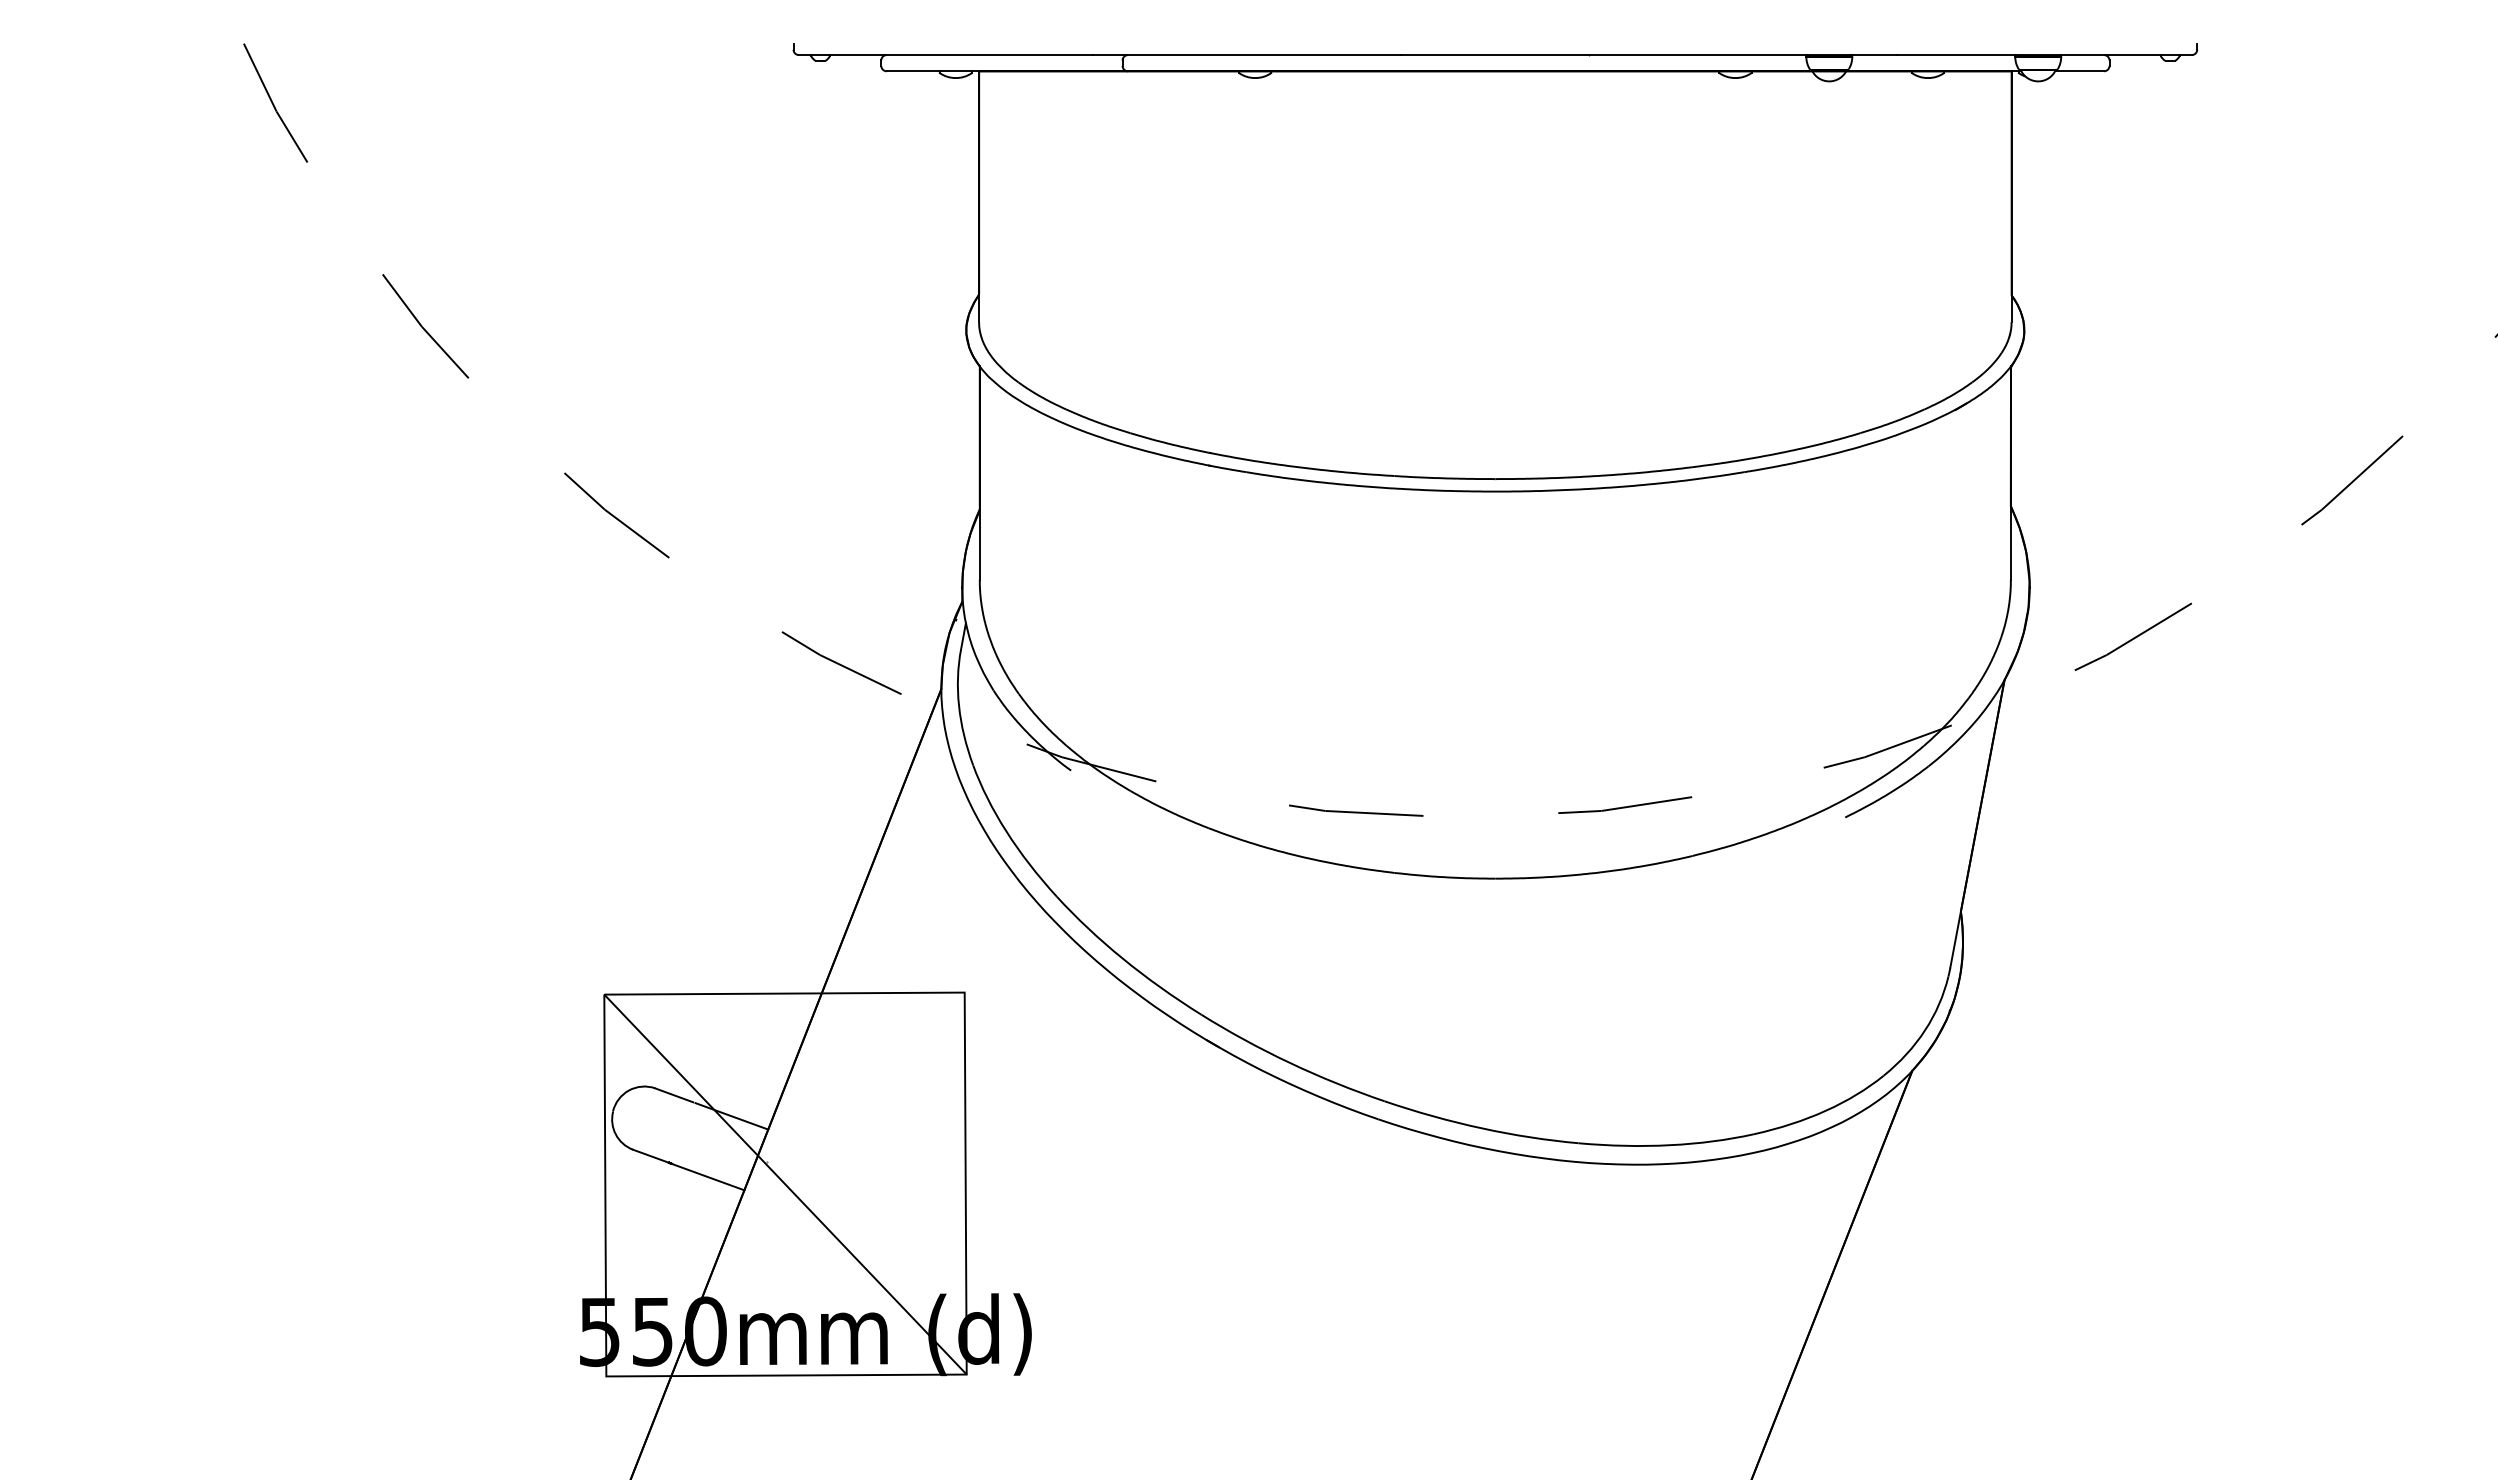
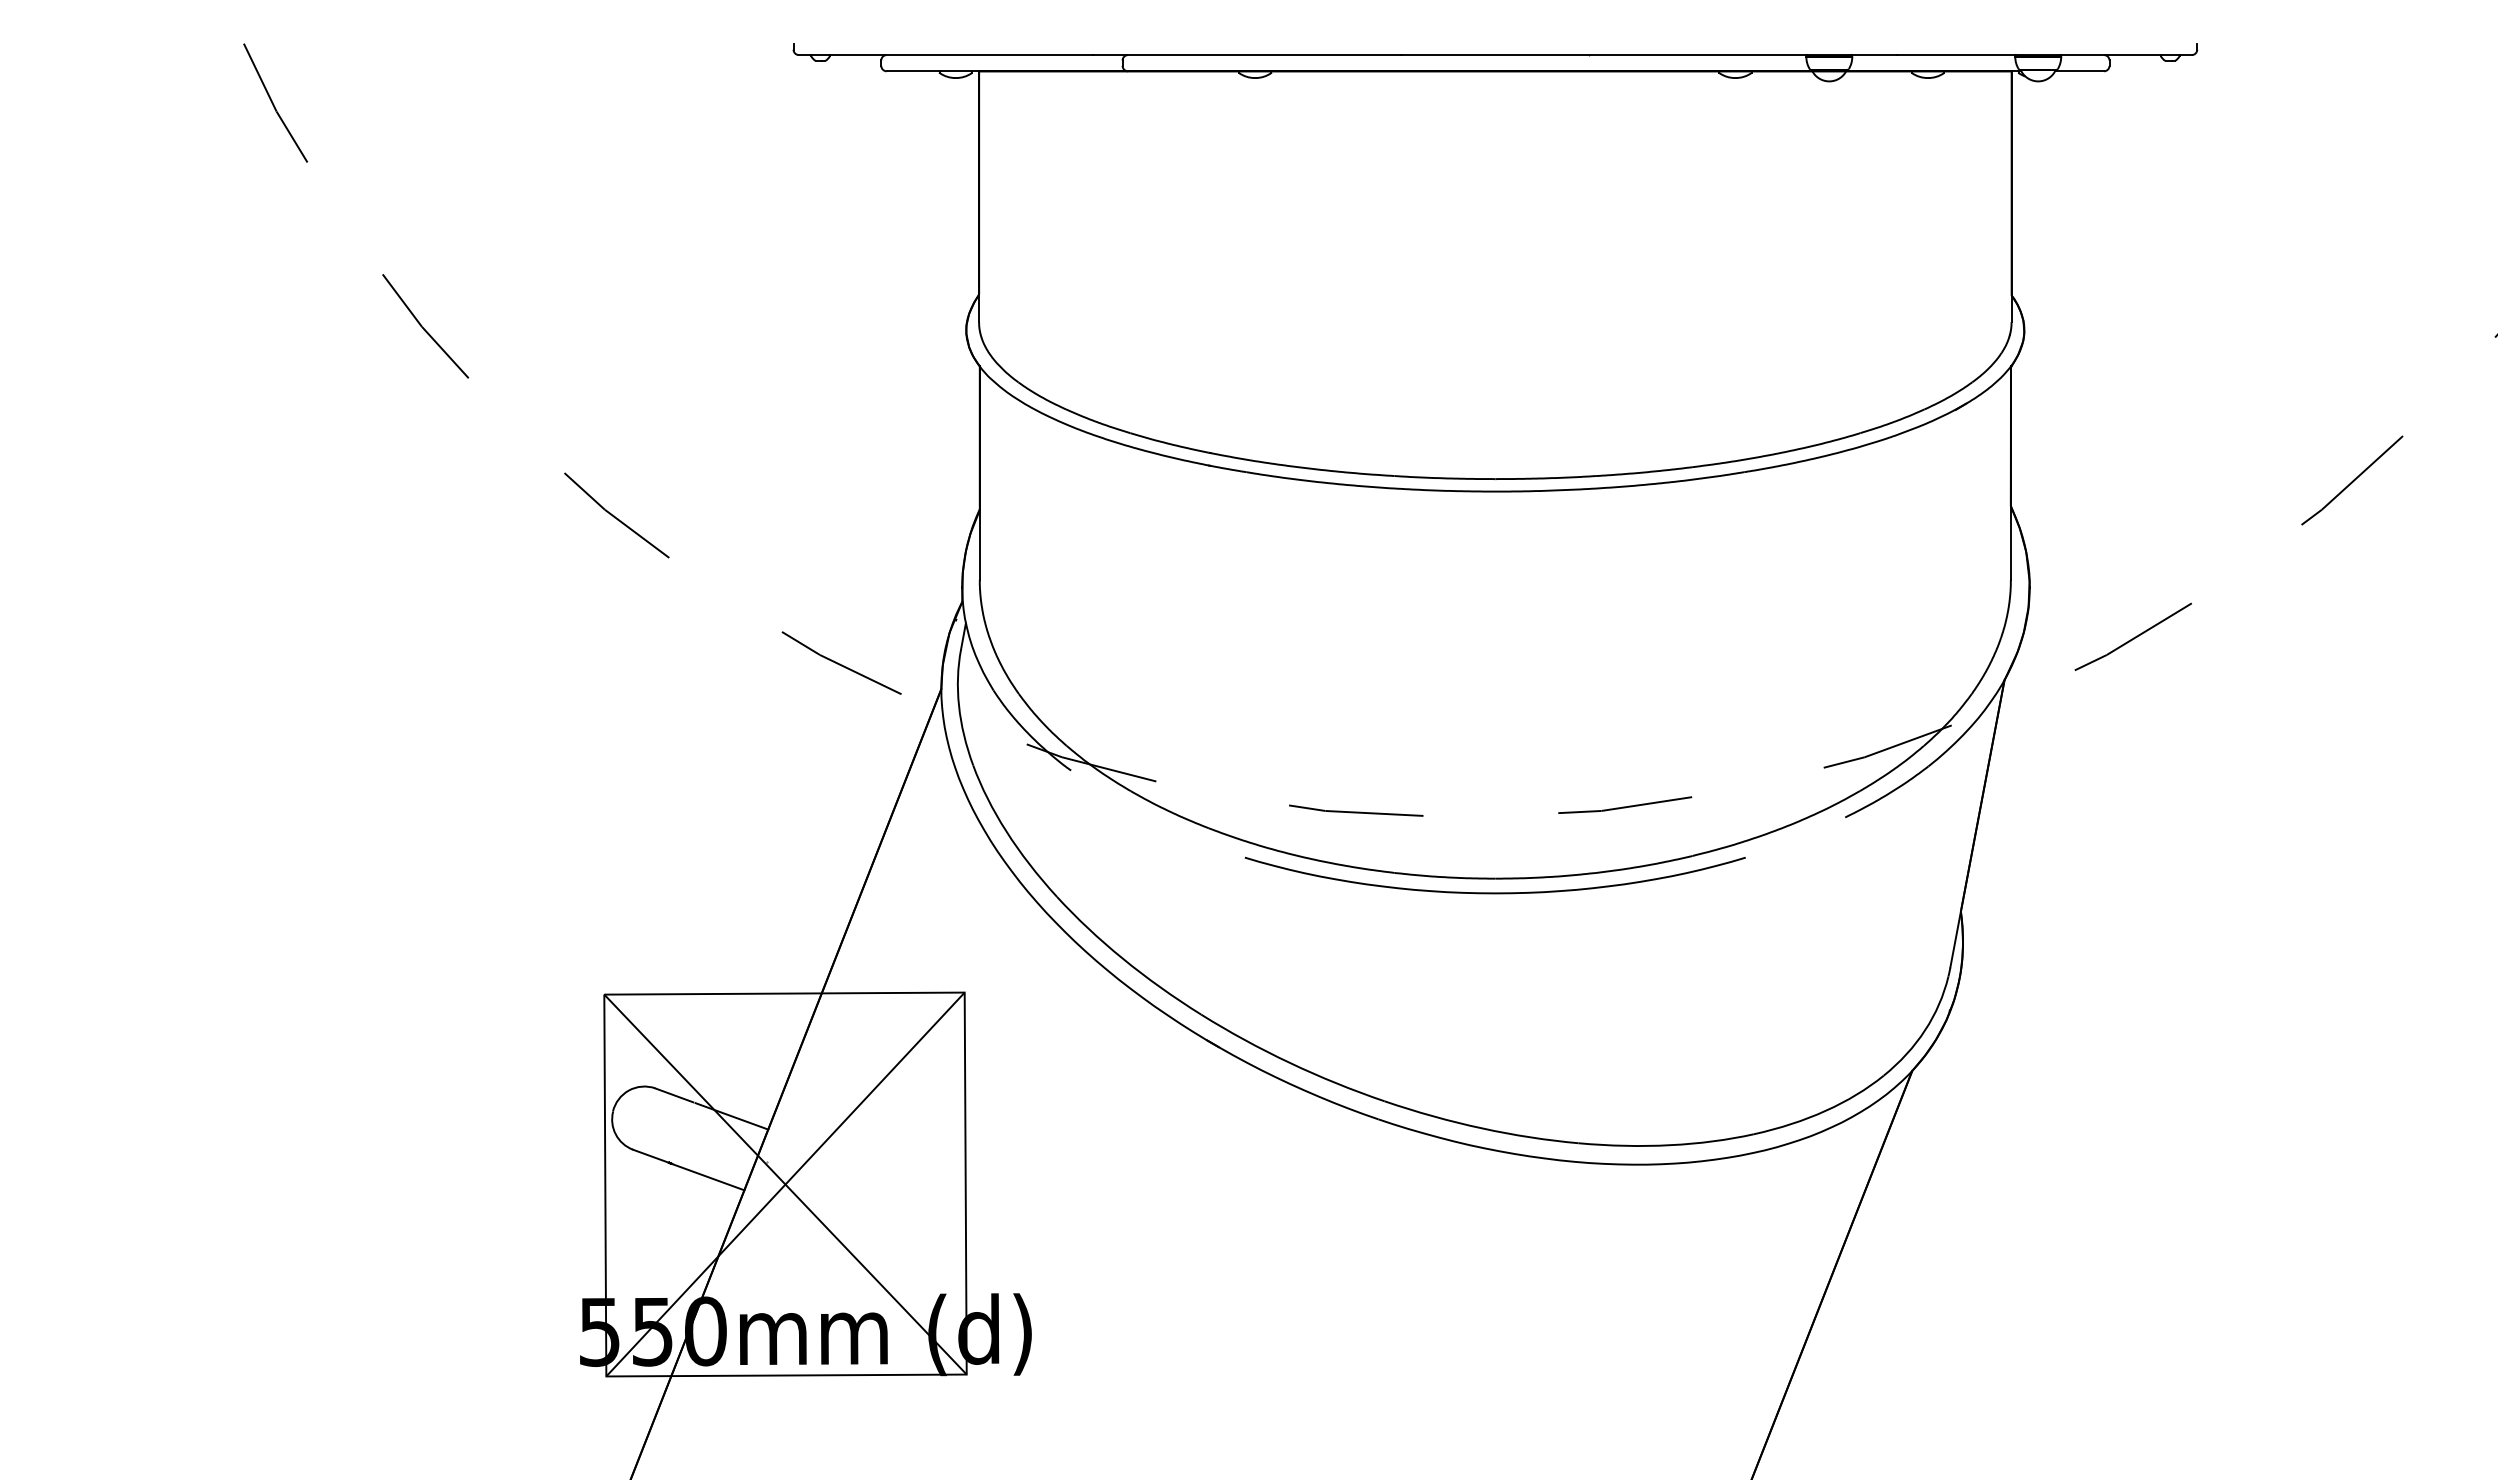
curve at (1494, 892): none -> present
line at (785, 1184): none -> present
